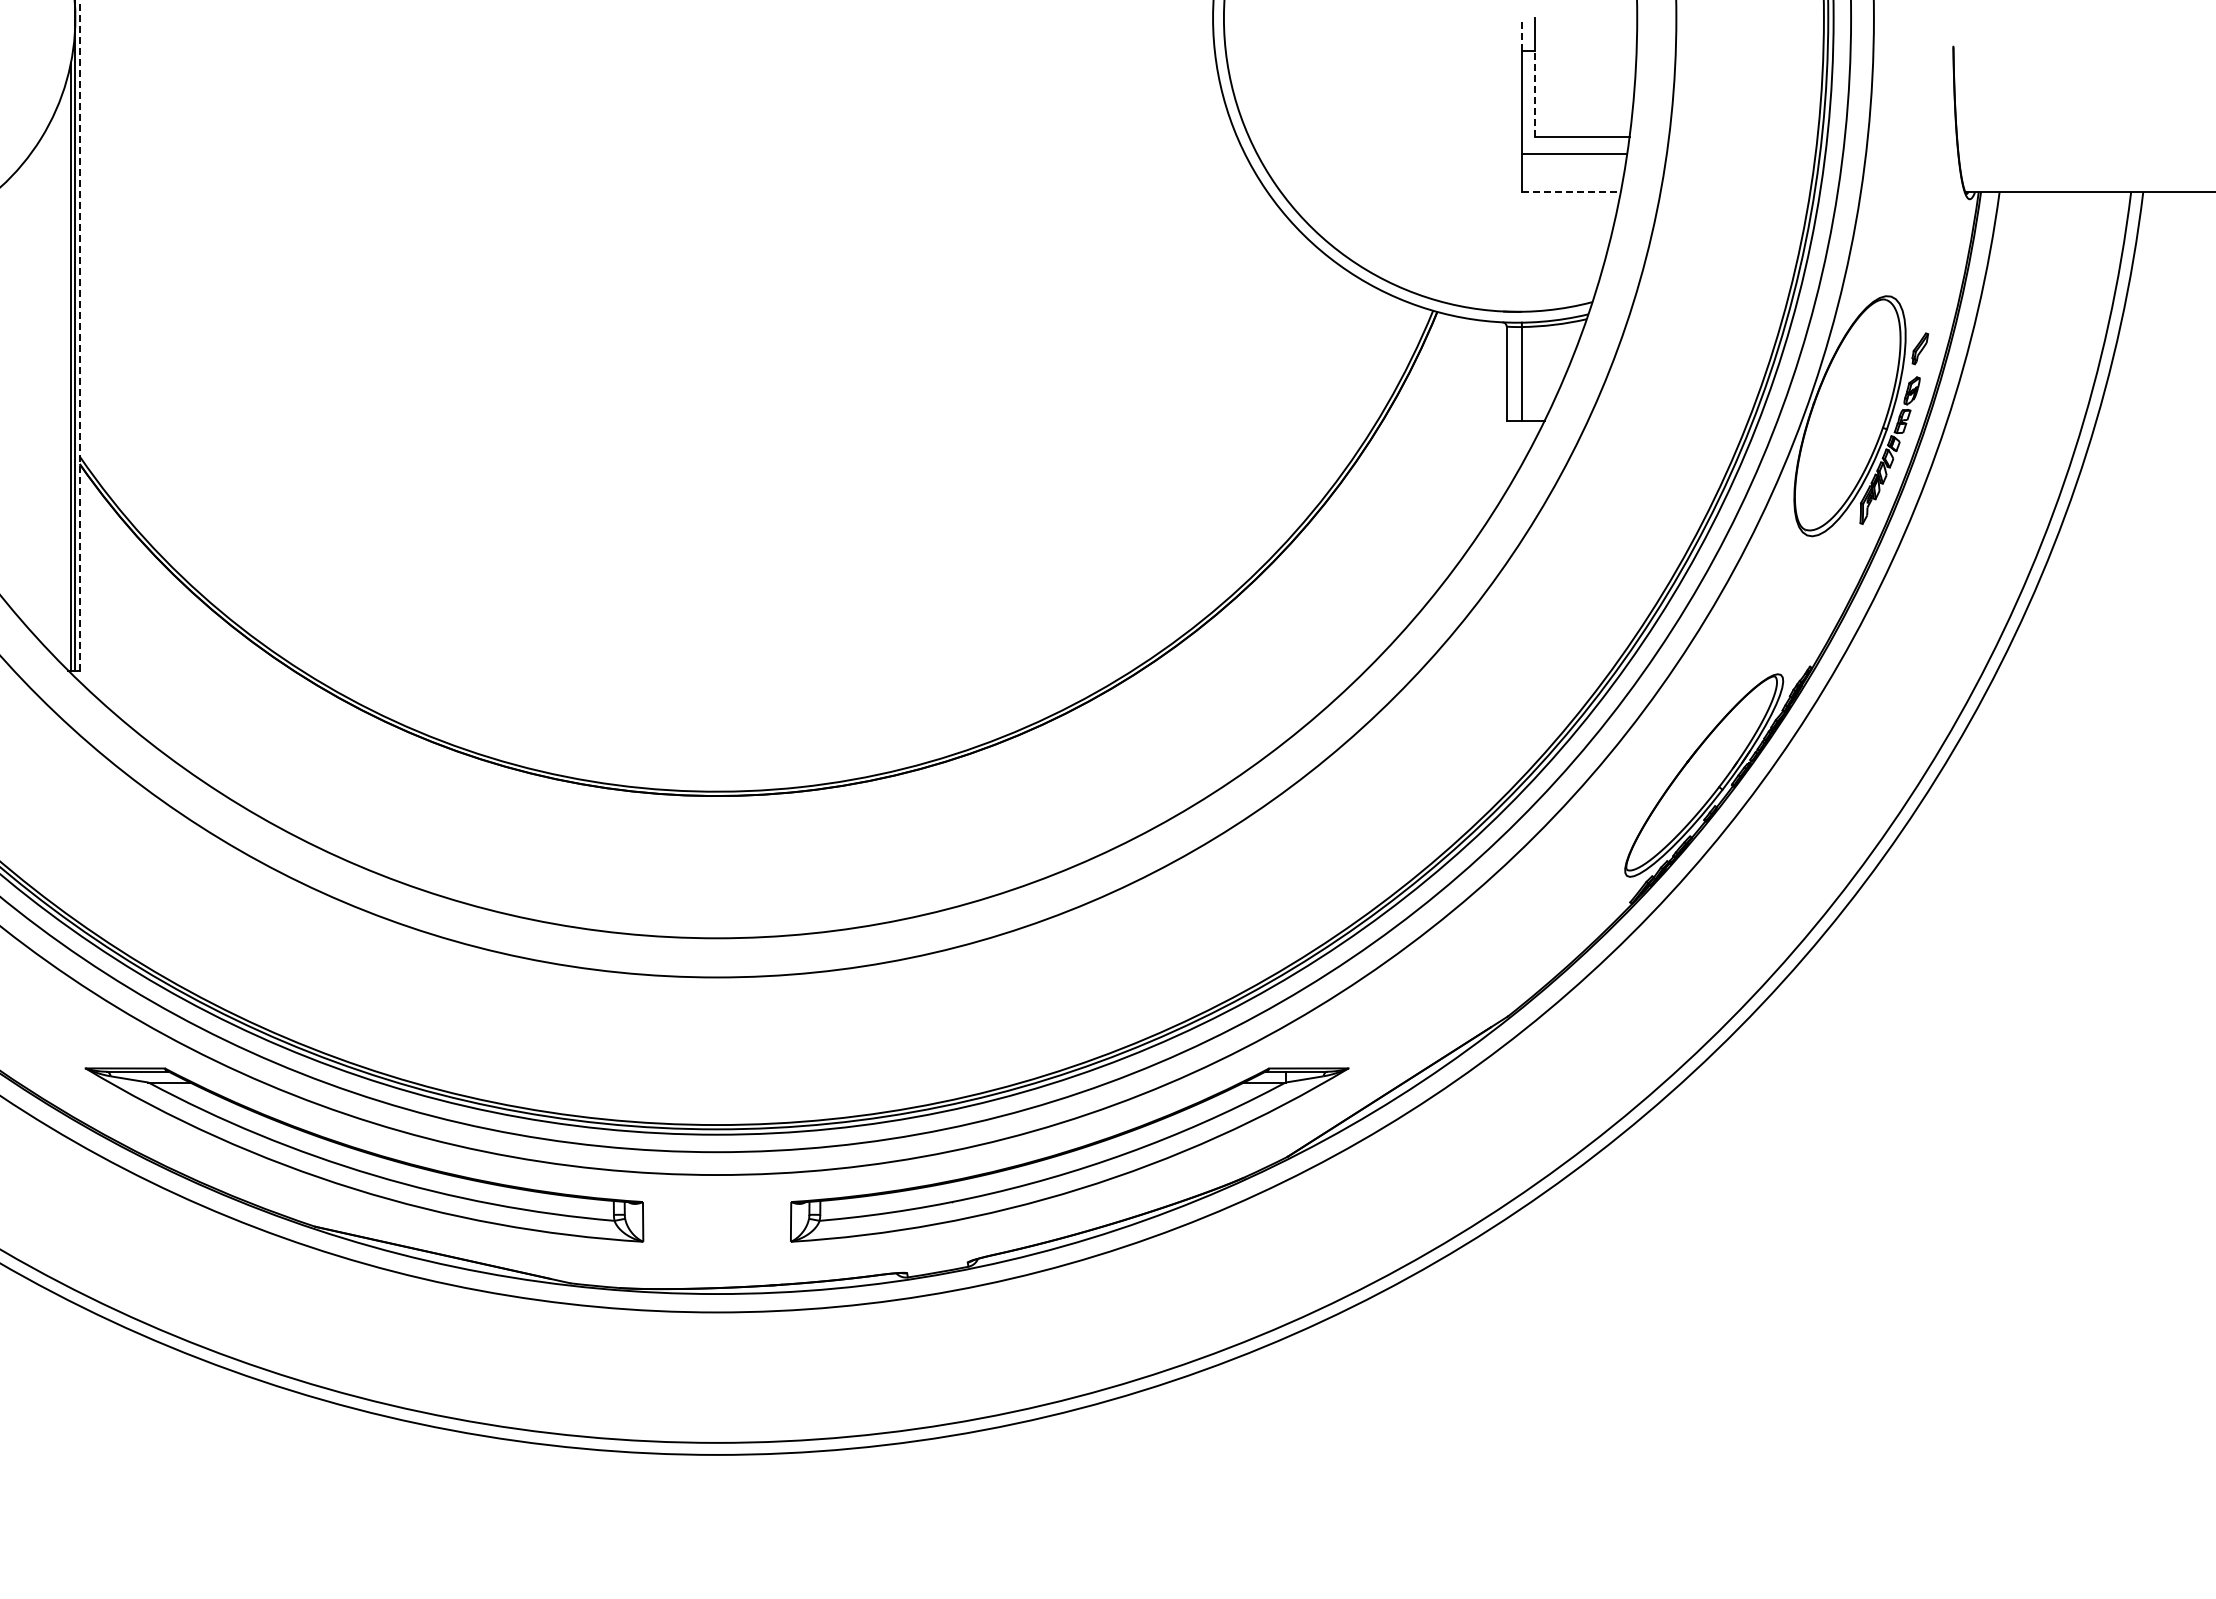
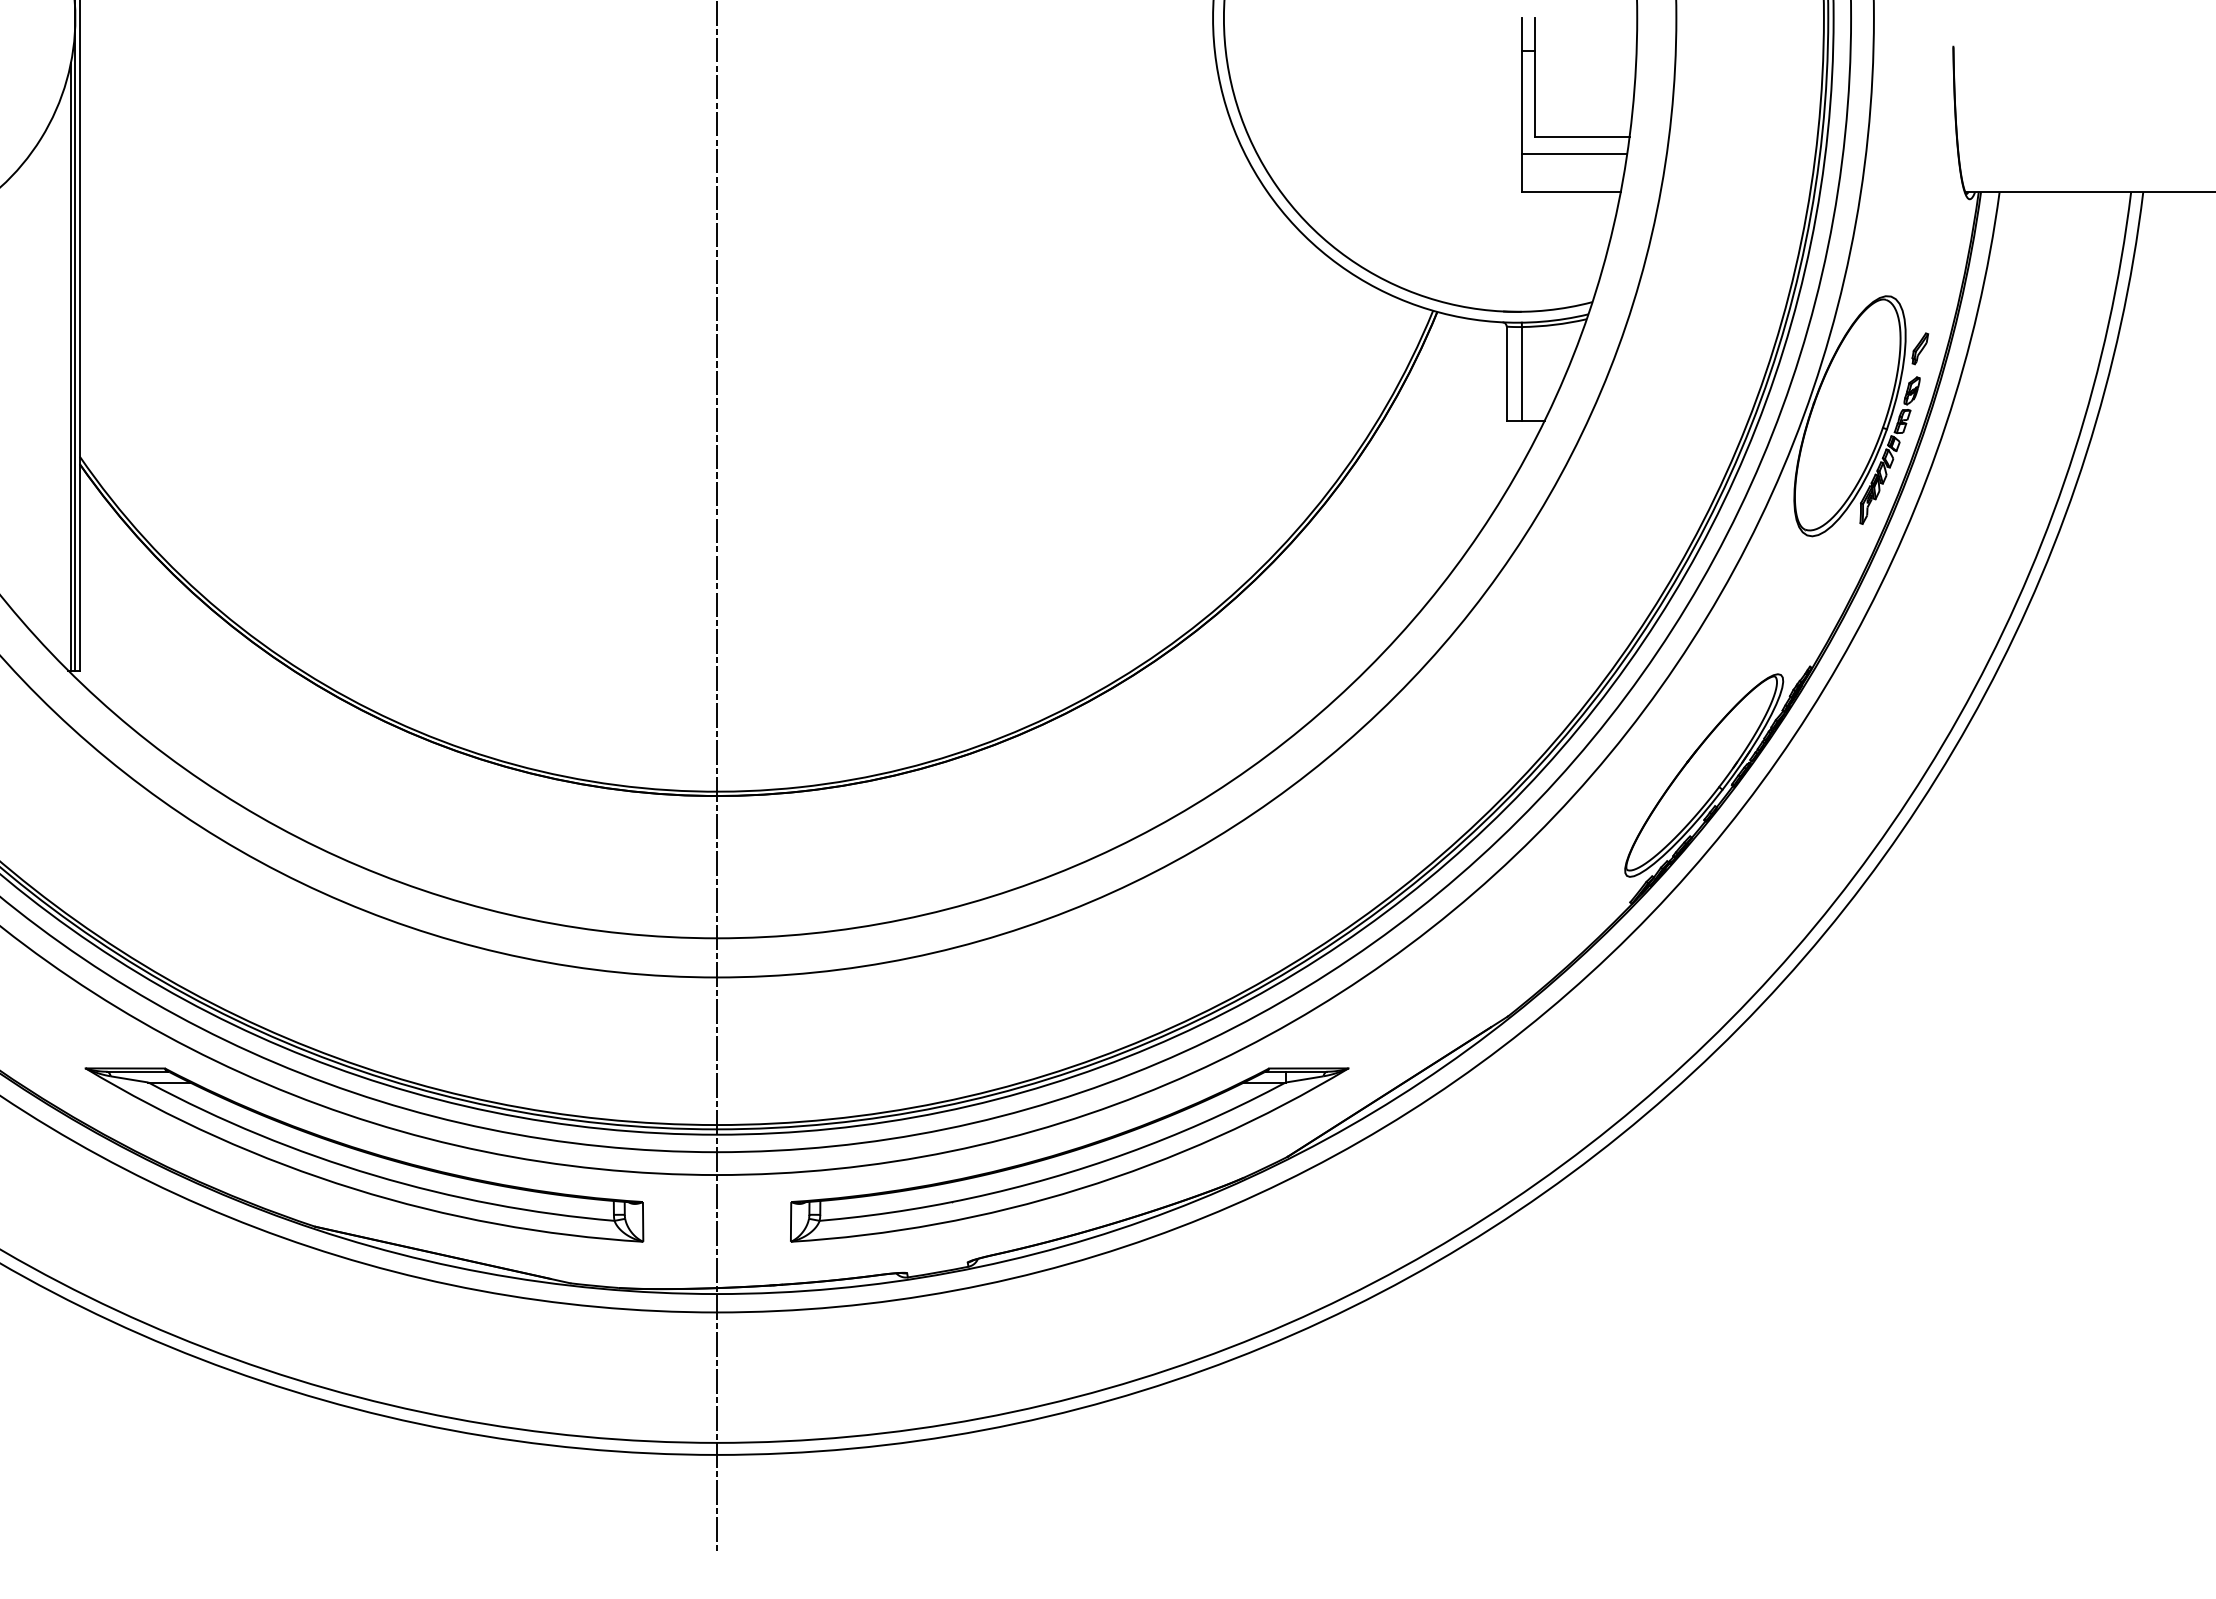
line at (1521, 34): dashed -> solid
line at (1534, 93): dashed -> solid
line at (1571, 192): dashed -> solid
line at (79, 335): dashed -> solid
line at (717, 776): none -> present
